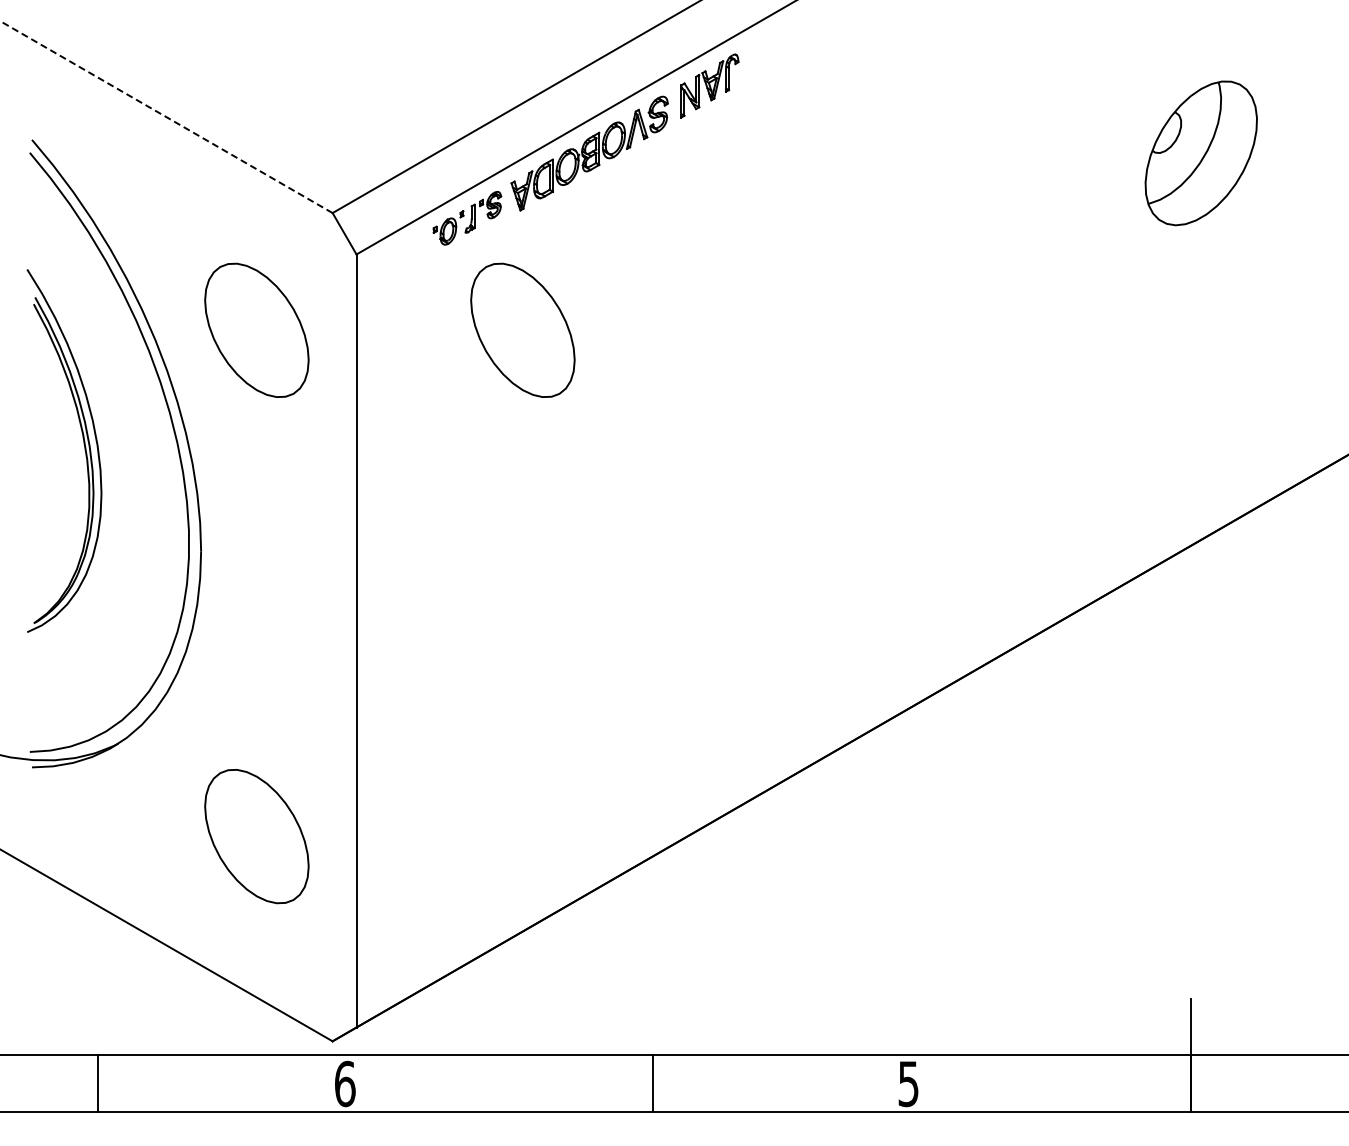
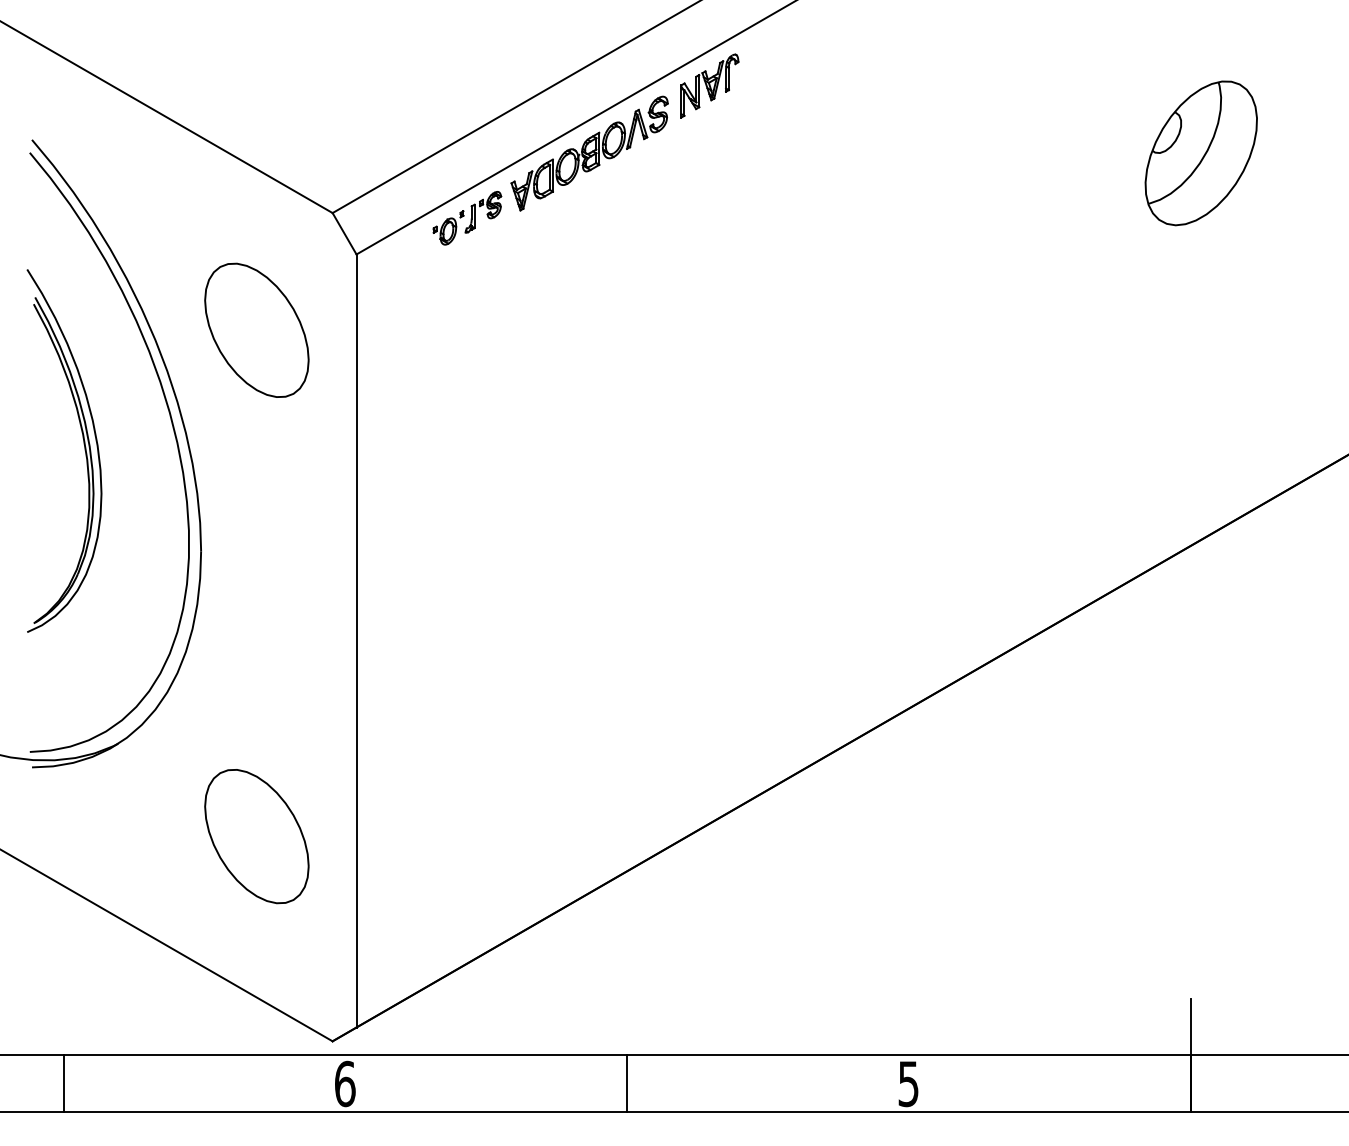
line at (166, 117): dashed -> solid
part at (522, 329): present -> none
line at (97, 1083) position: (97, 1083) -> (63, 1083)
line at (653, 1083) position: (653, 1083) -> (627, 1083)
